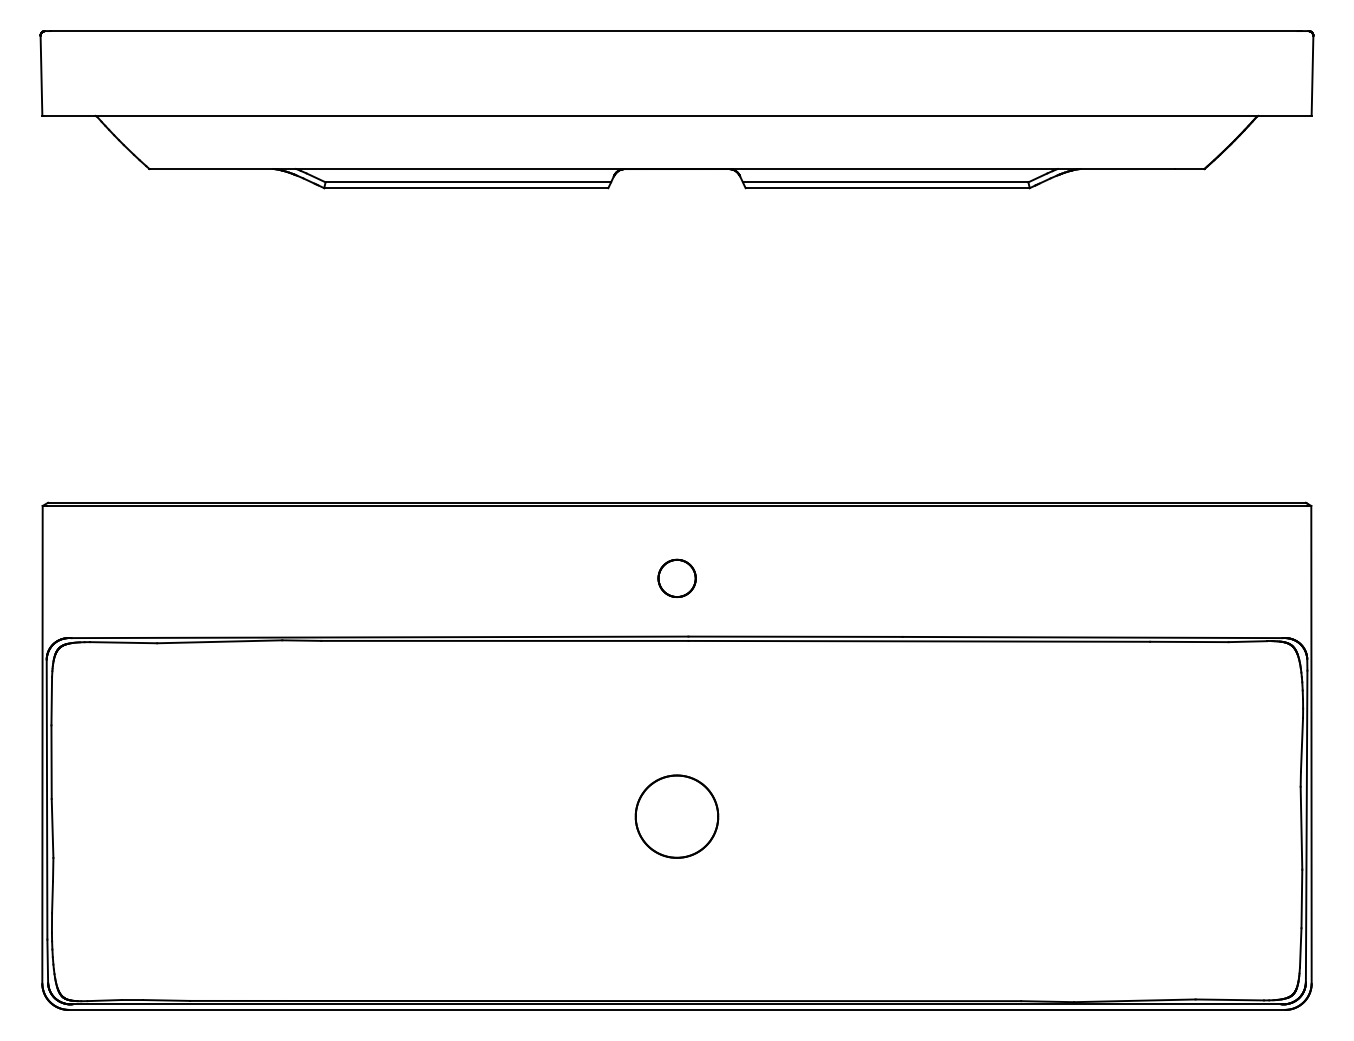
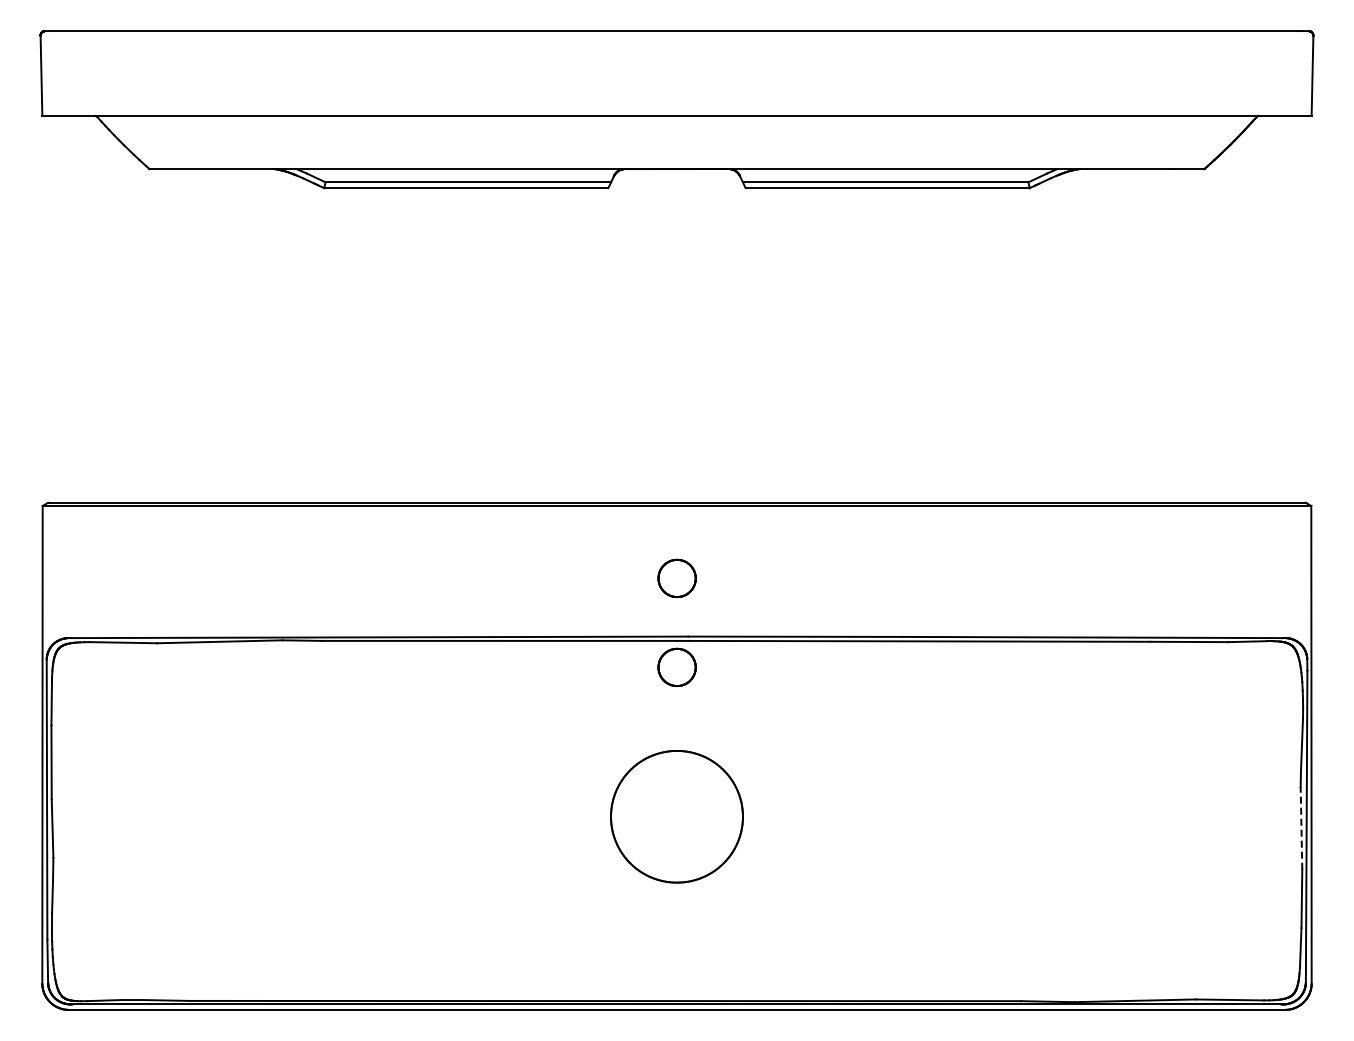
part at (676, 666): none -> present
part at (676, 816) size: 86x85 px -> 134x134 px
line at (1301, 827): solid -> dashed
